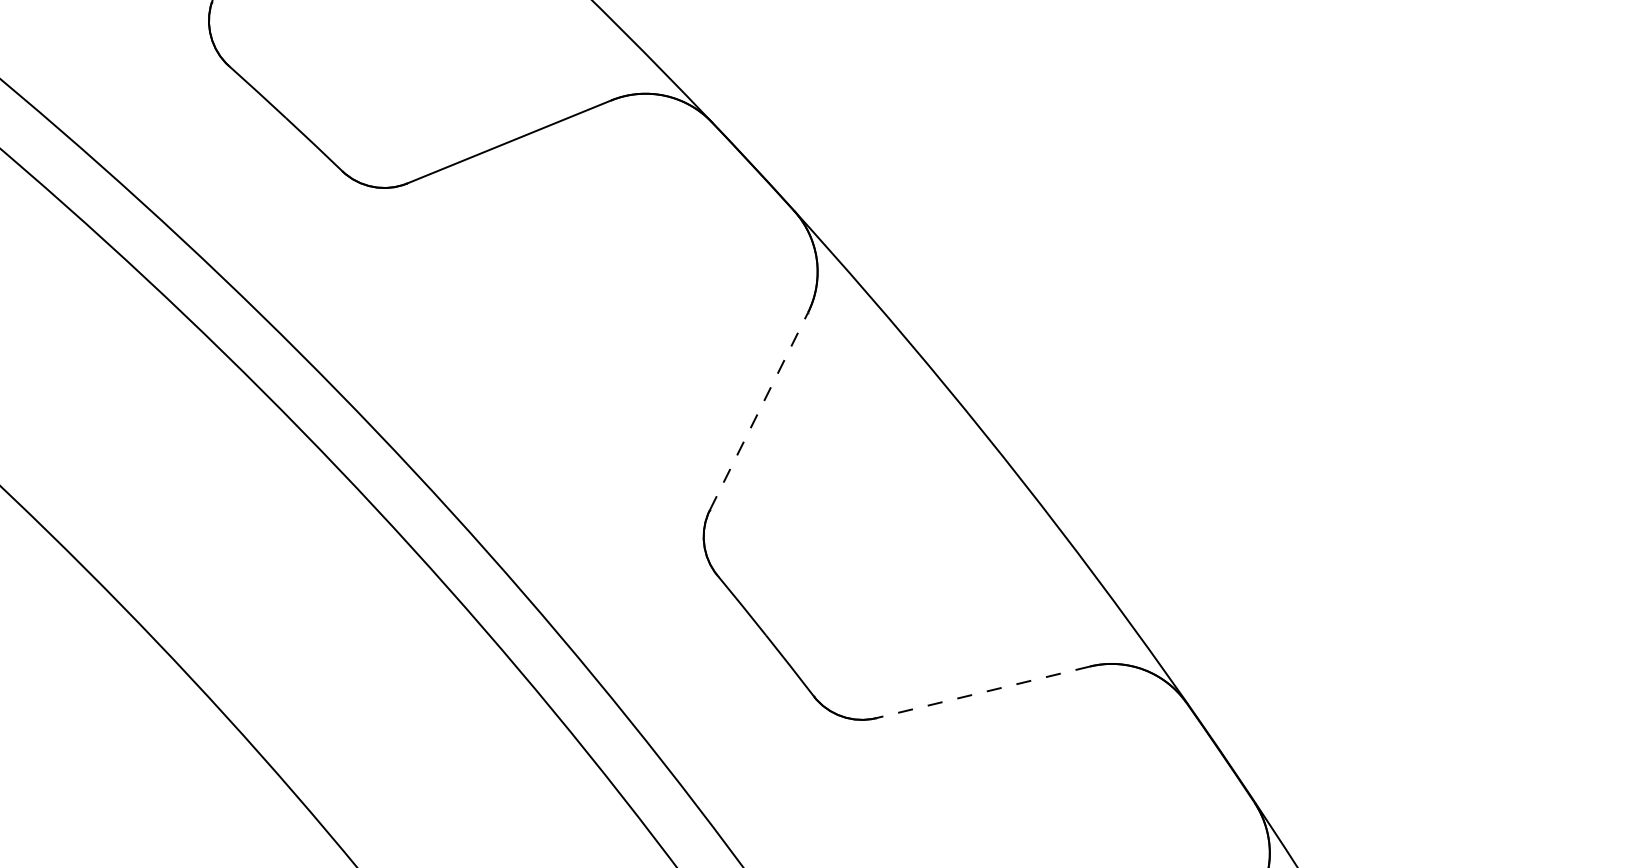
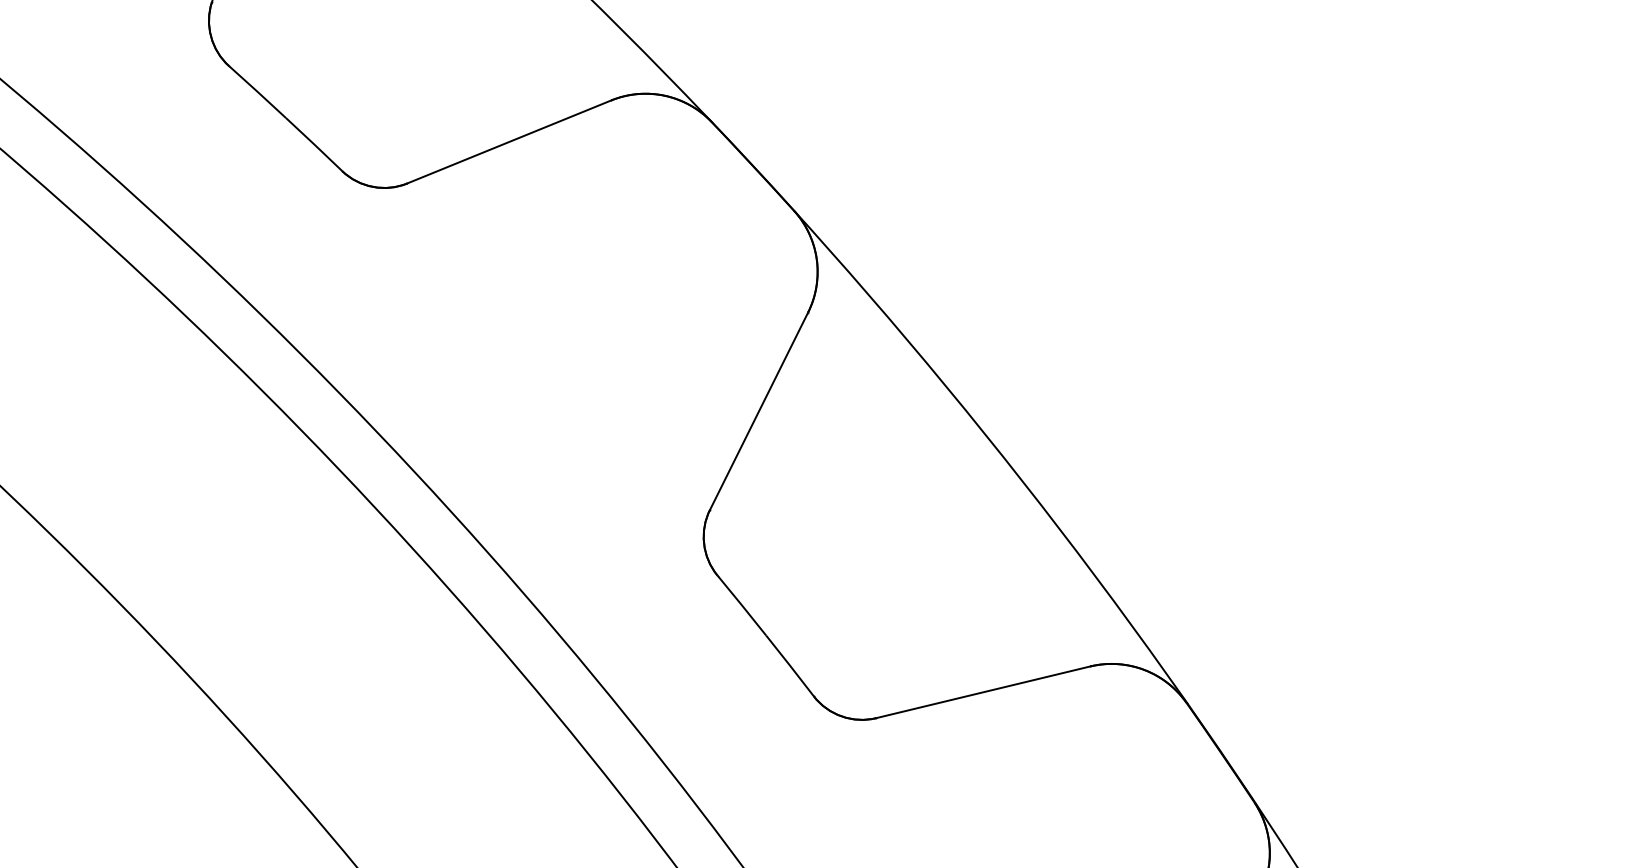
line at (759, 410): dashed -> solid
line at (982, 692): dashed -> solid
